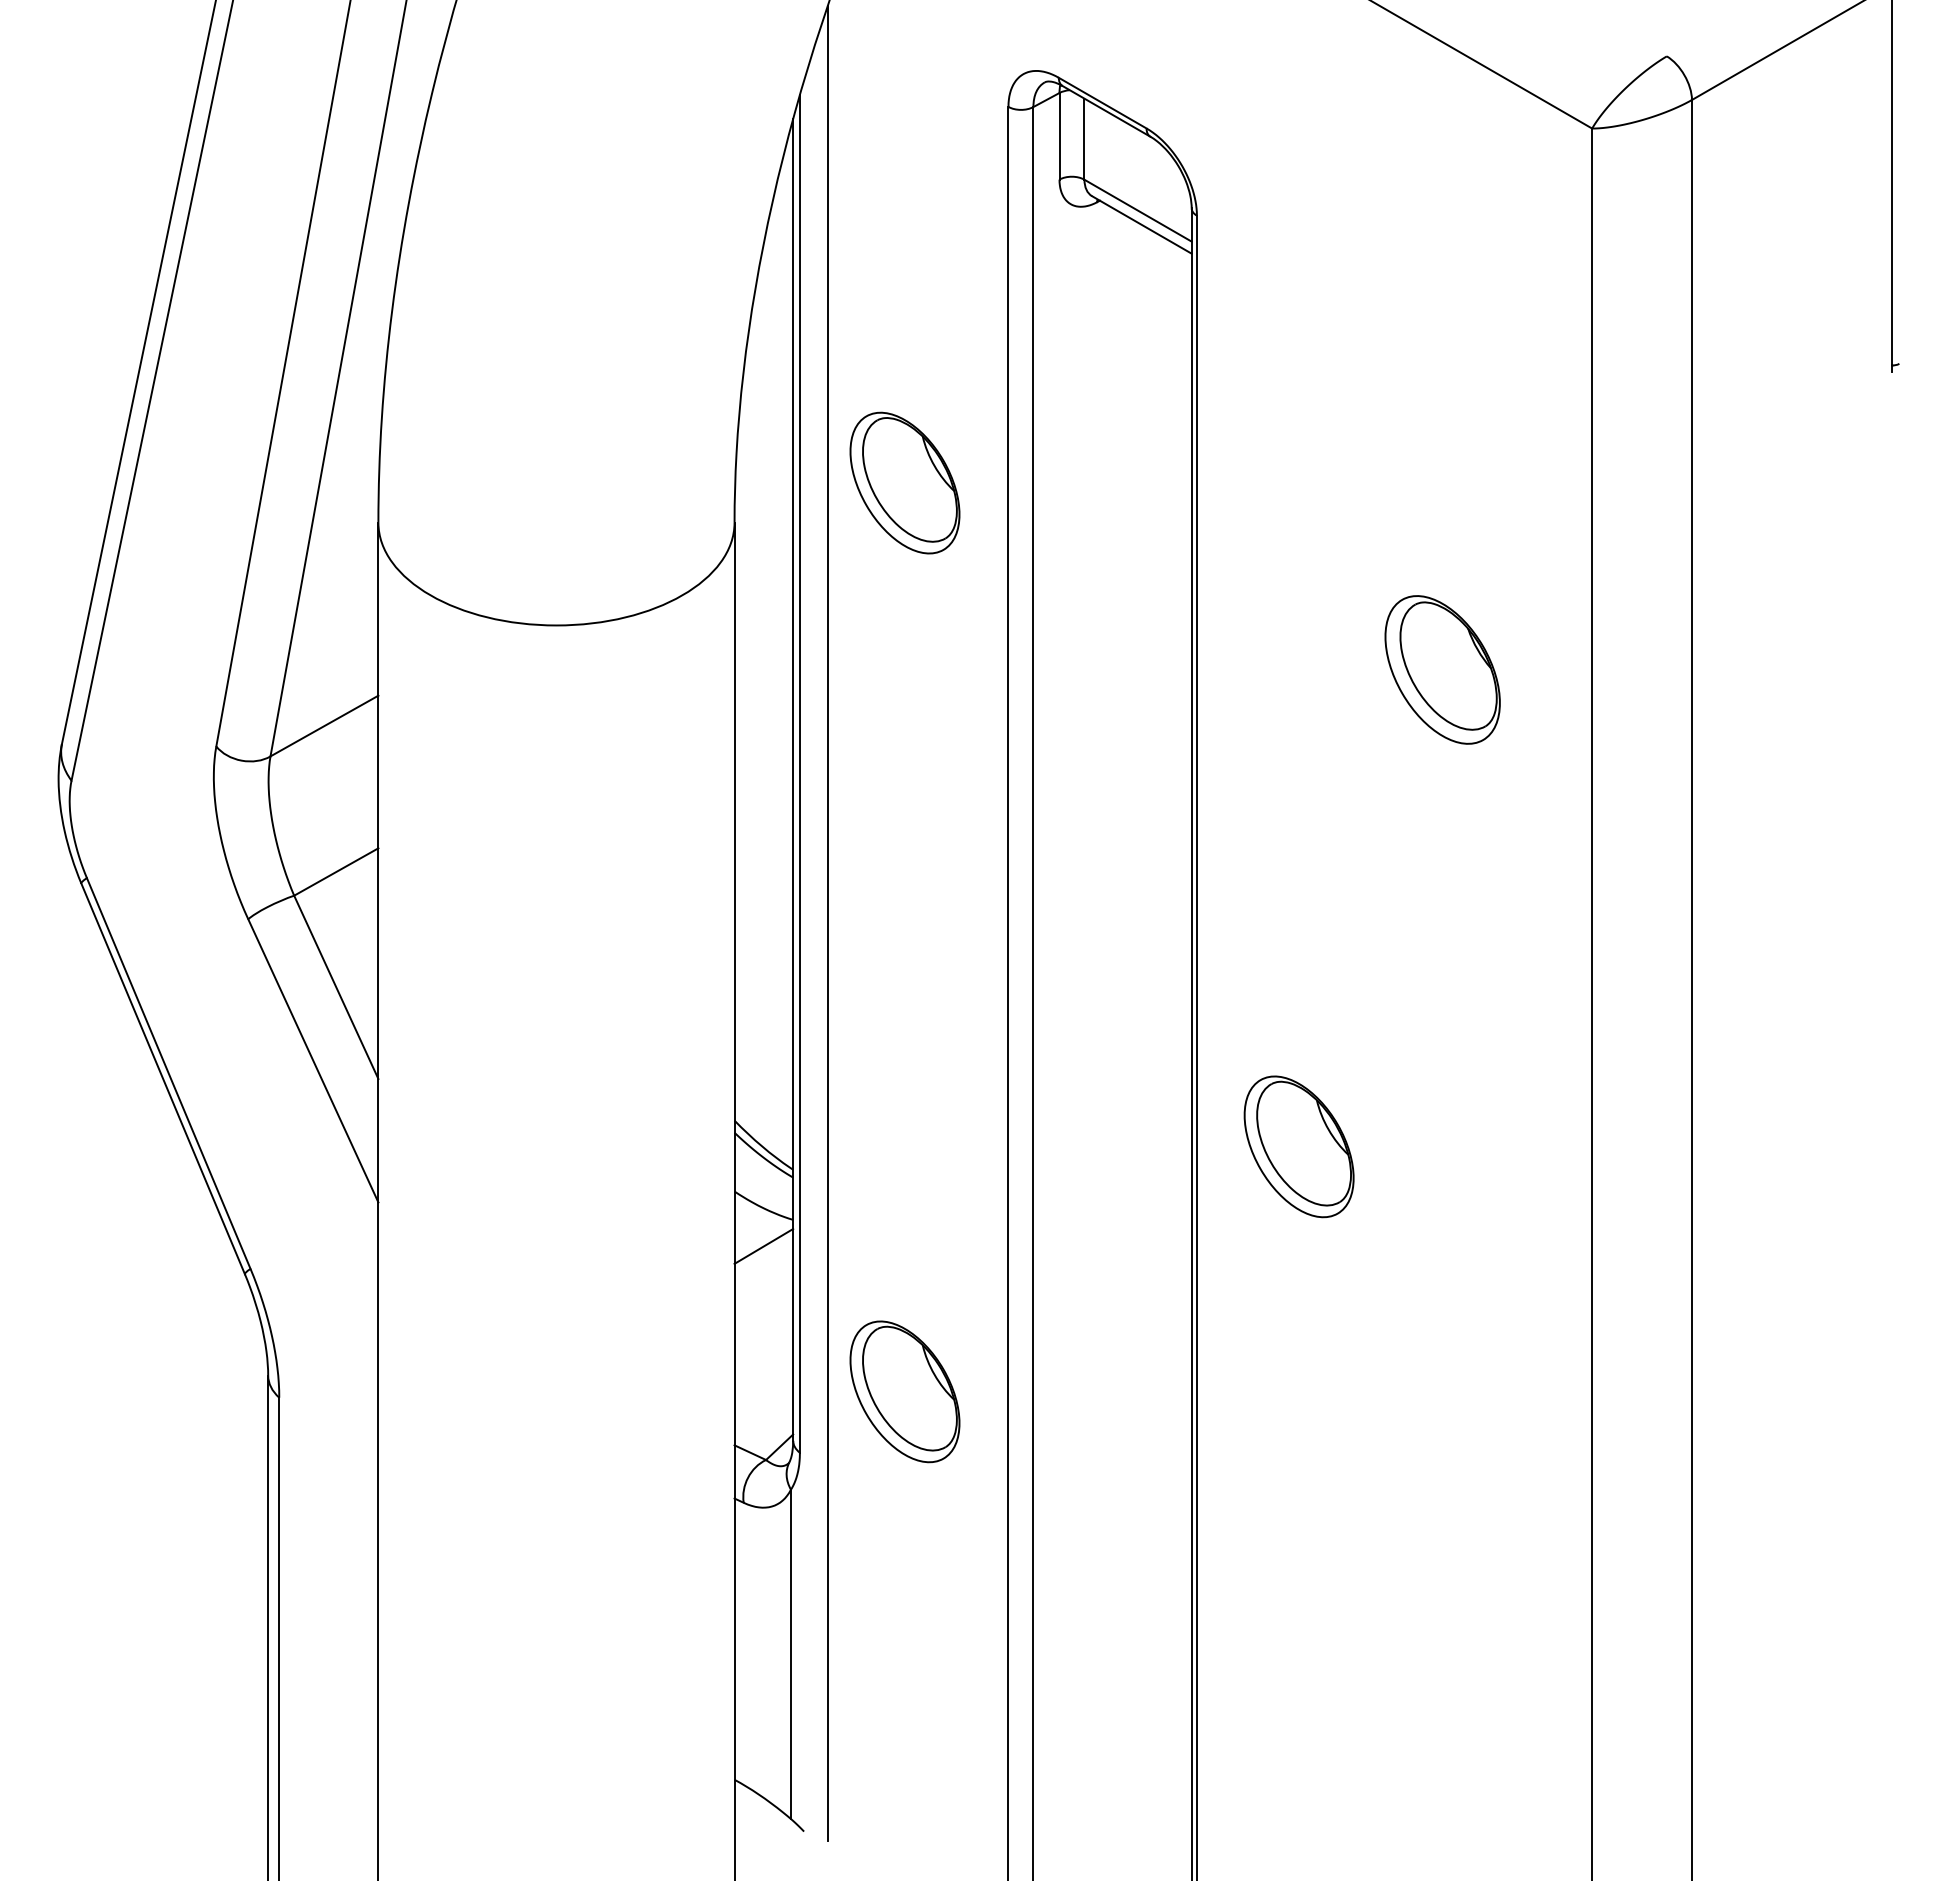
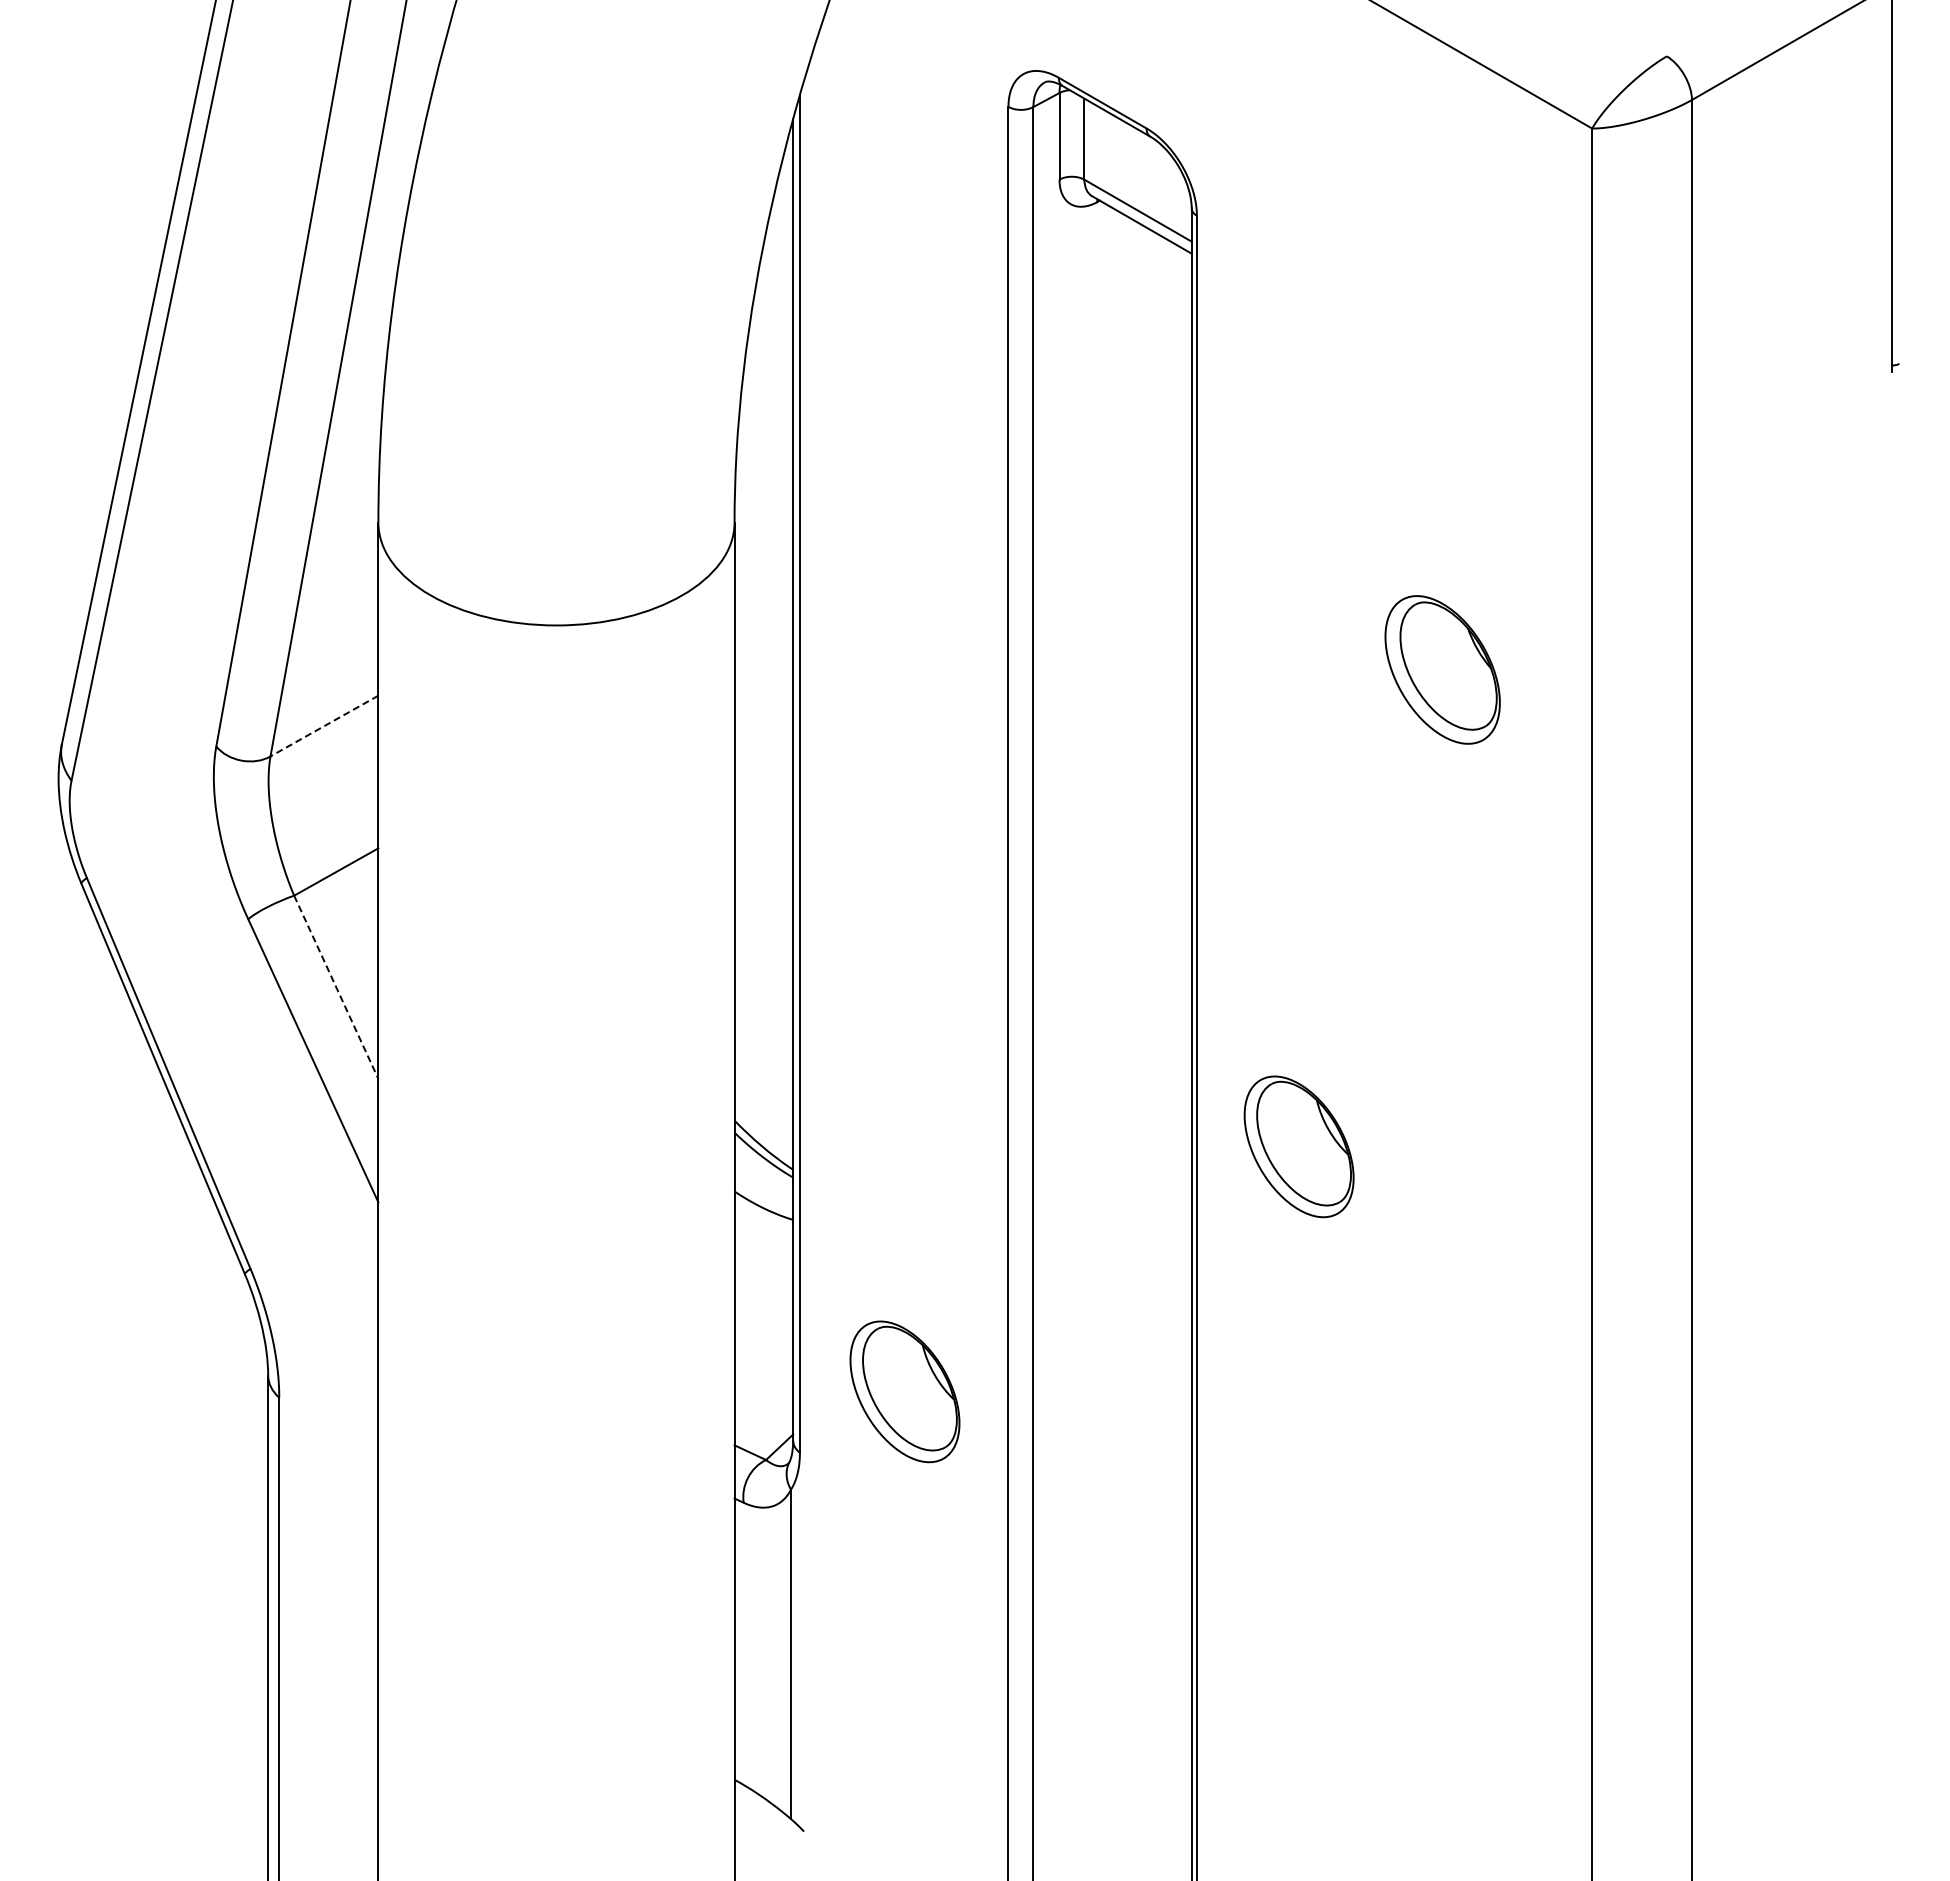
part at (904, 482): present -> none
line at (324, 726): solid -> dashed
line at (827, 923): present -> none
line at (336, 987): solid -> dashed
line at (763, 1246): present -> none
